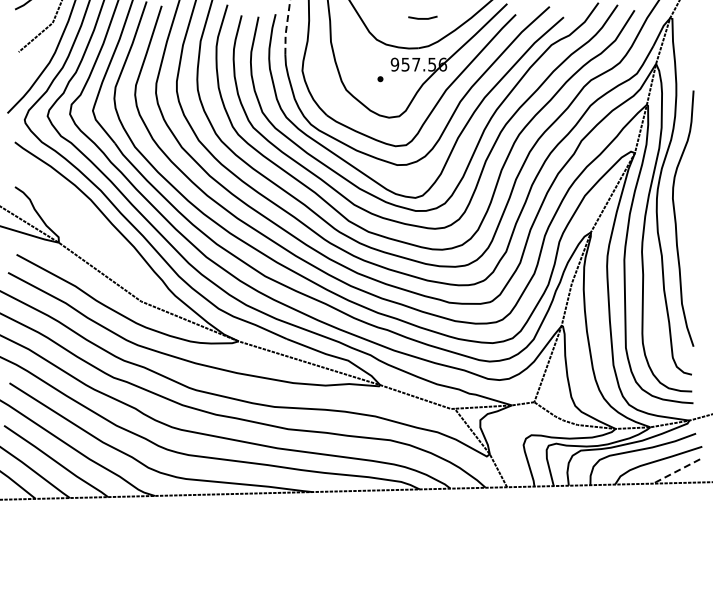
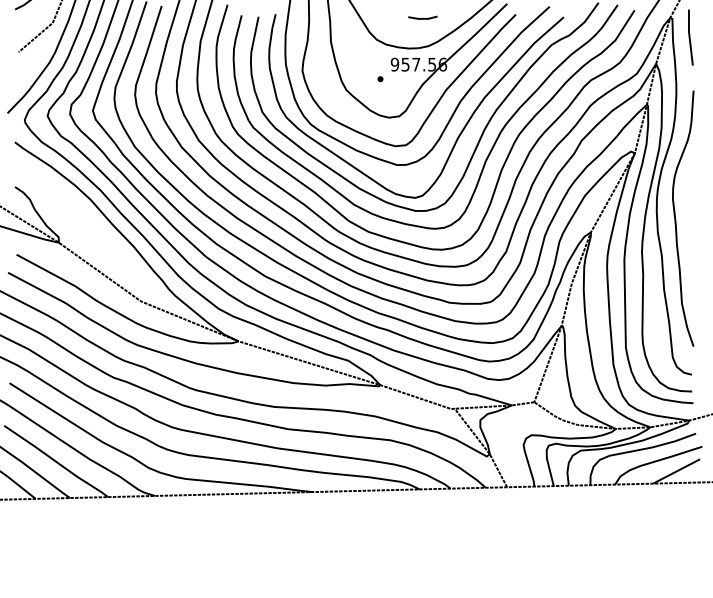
line at (286, 28): dashed -> solid
line at (690, 37): none -> present
line at (675, 472): dashed -> solid
